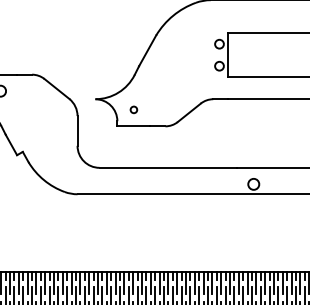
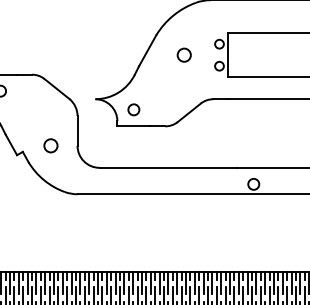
circle at (183, 54): none -> present
circle at (133, 109) size: 10x10 px -> 14x14 px
circle at (50, 145): none -> present
